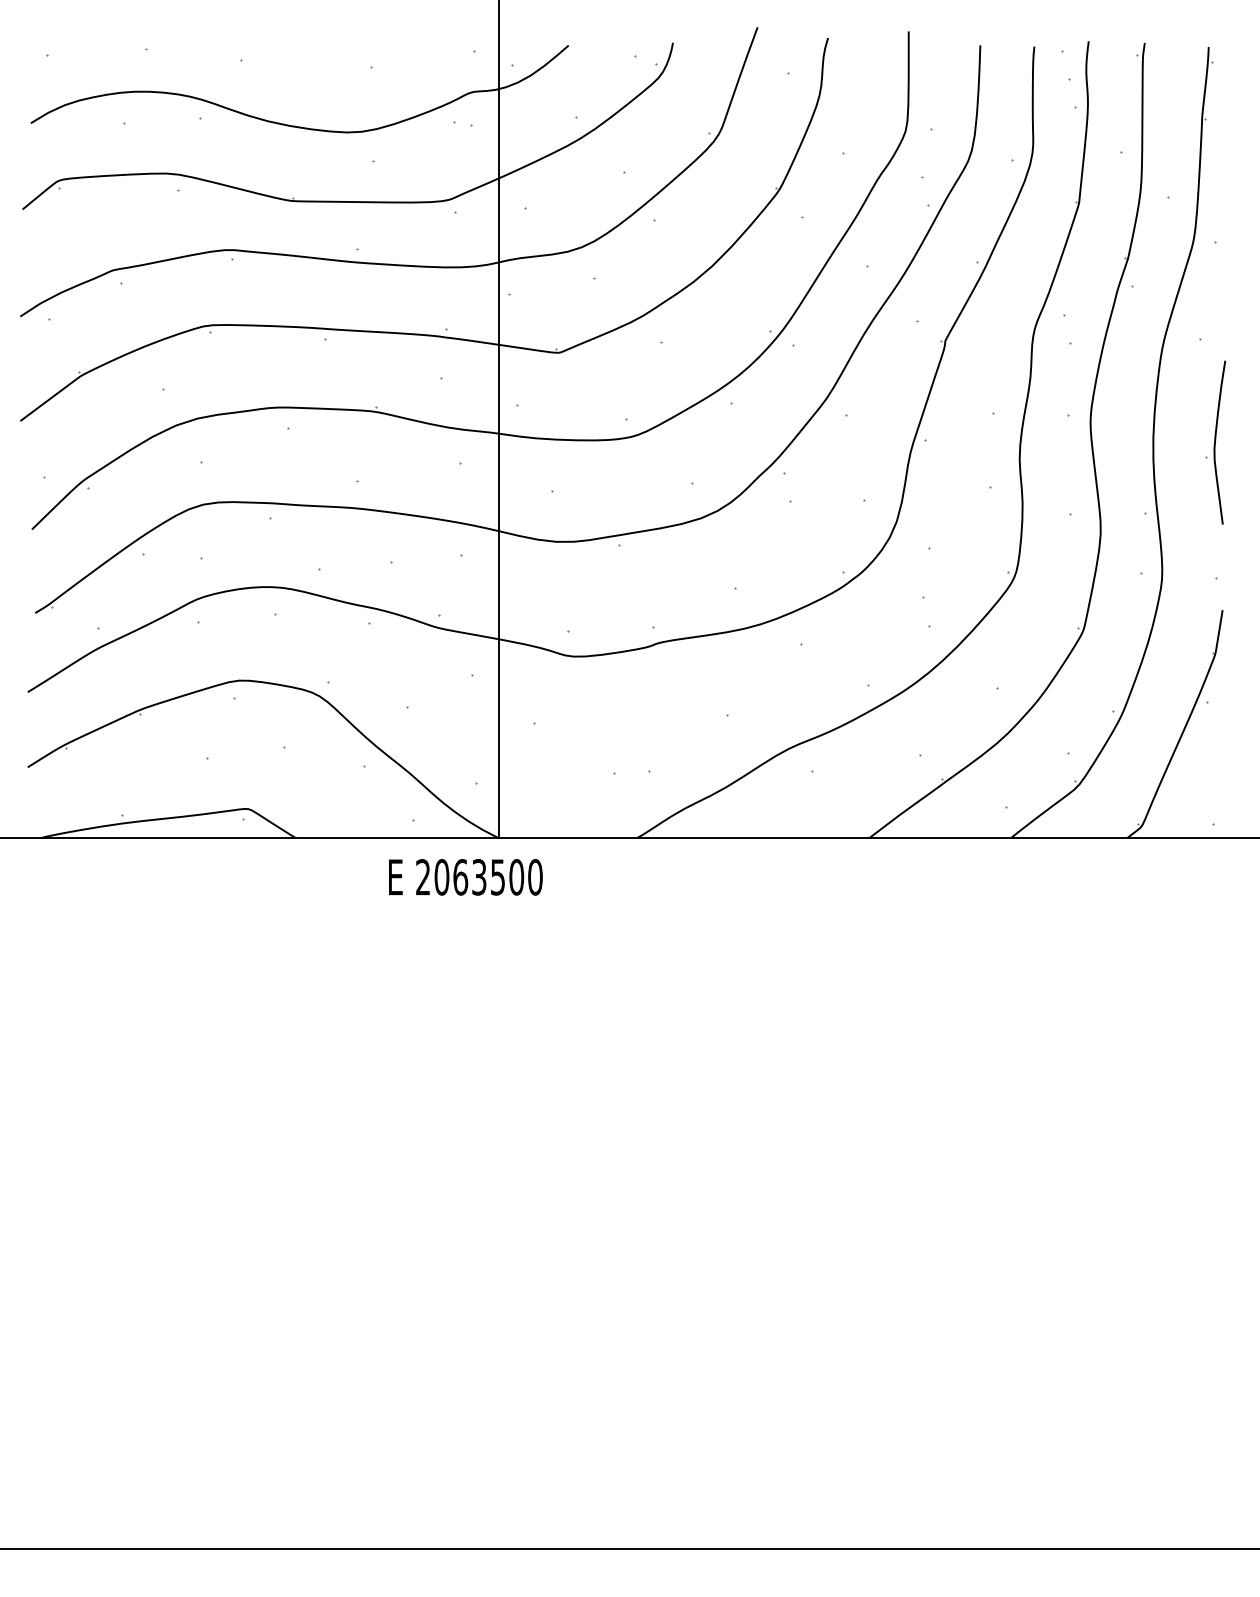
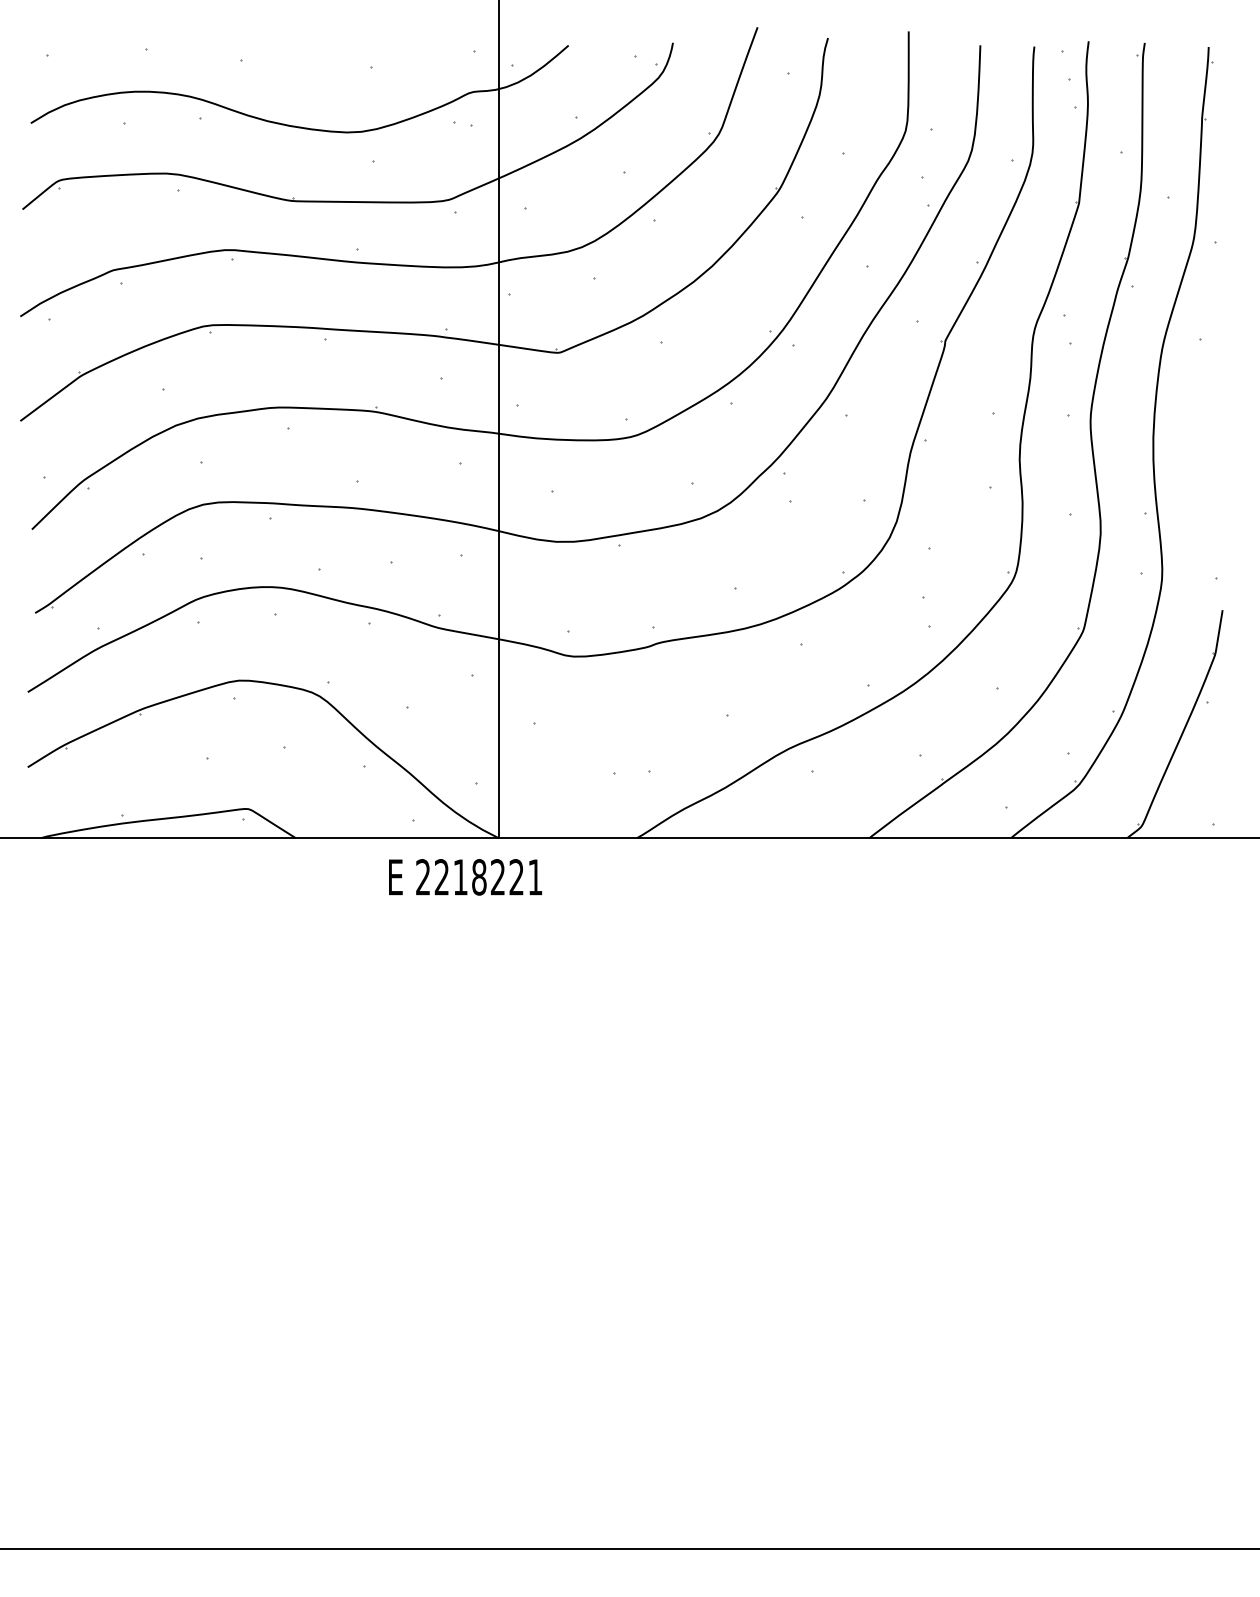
part at (1215, 442): present -> none
text at (488, 877): 2063500 -> 2218221
